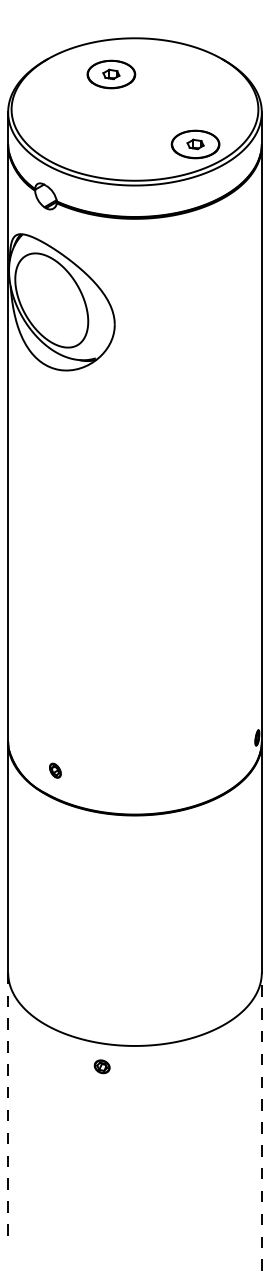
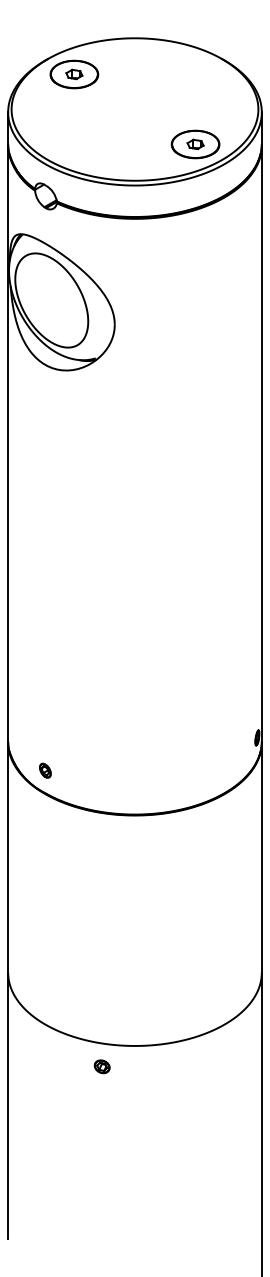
part at (111, 74) position: (111, 74) -> (74, 74)
part at (55, 770) position: (55, 770) -> (45, 770)
line at (8, 1105): dashed -> solid
line at (261, 1124): dashed -> solid
